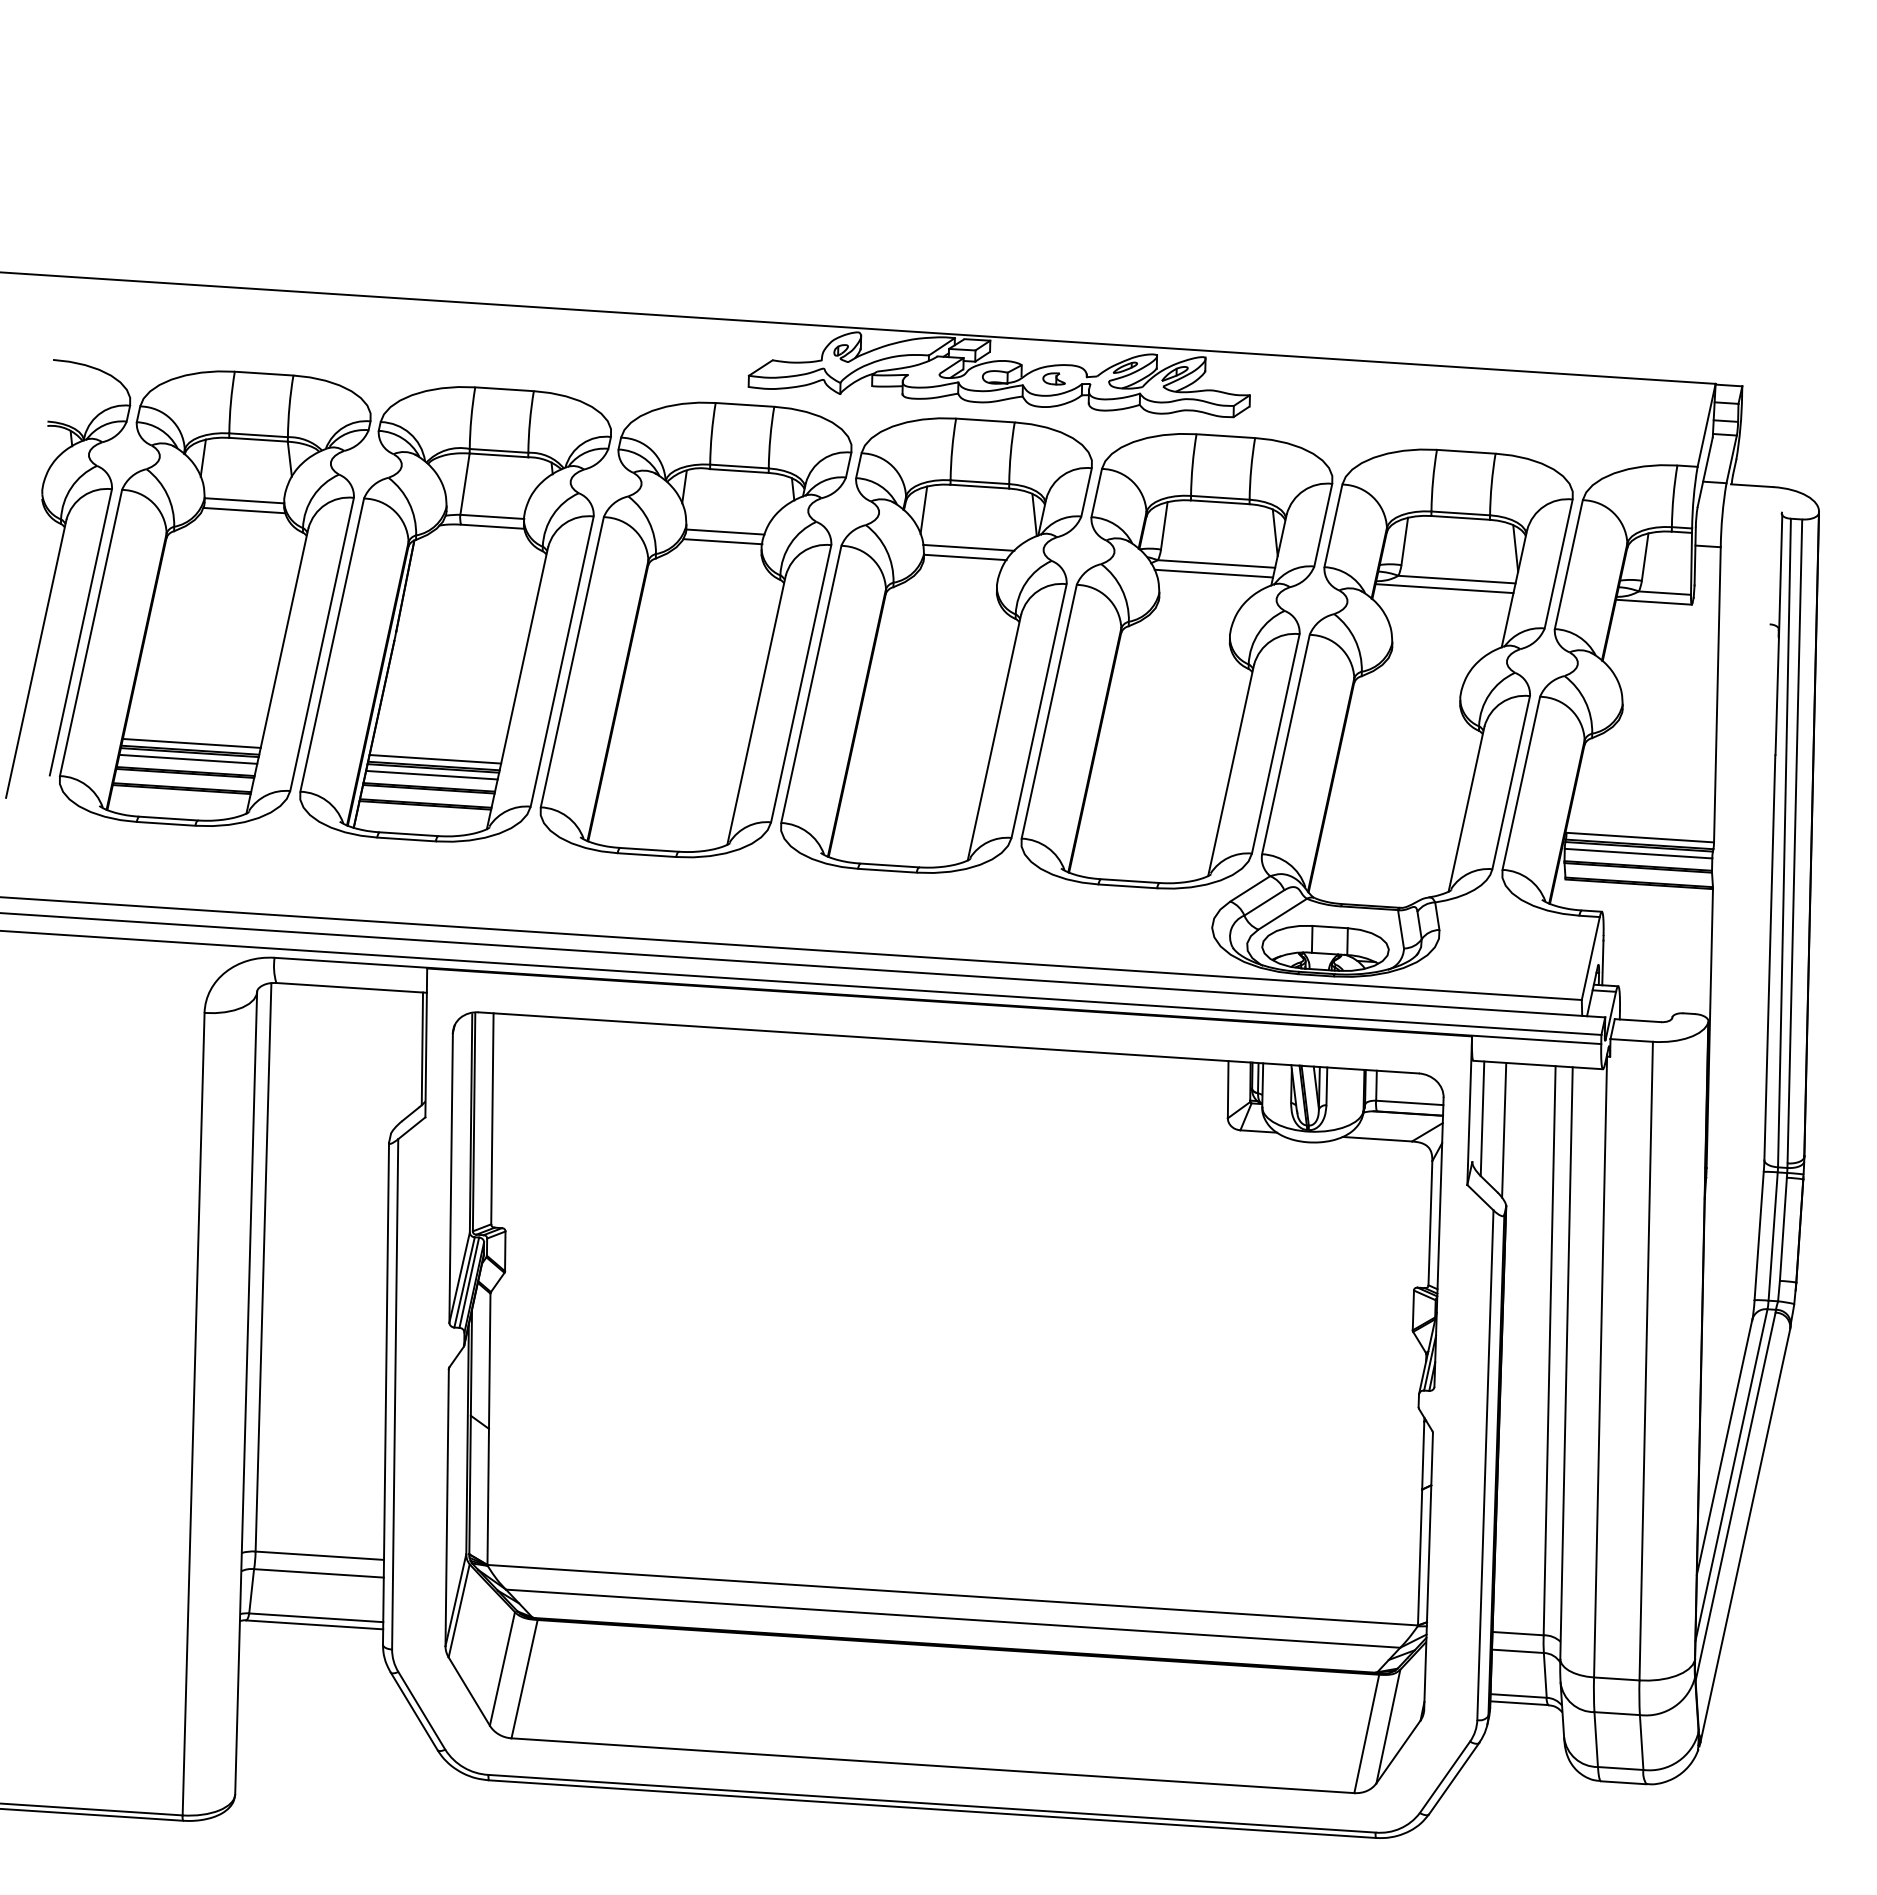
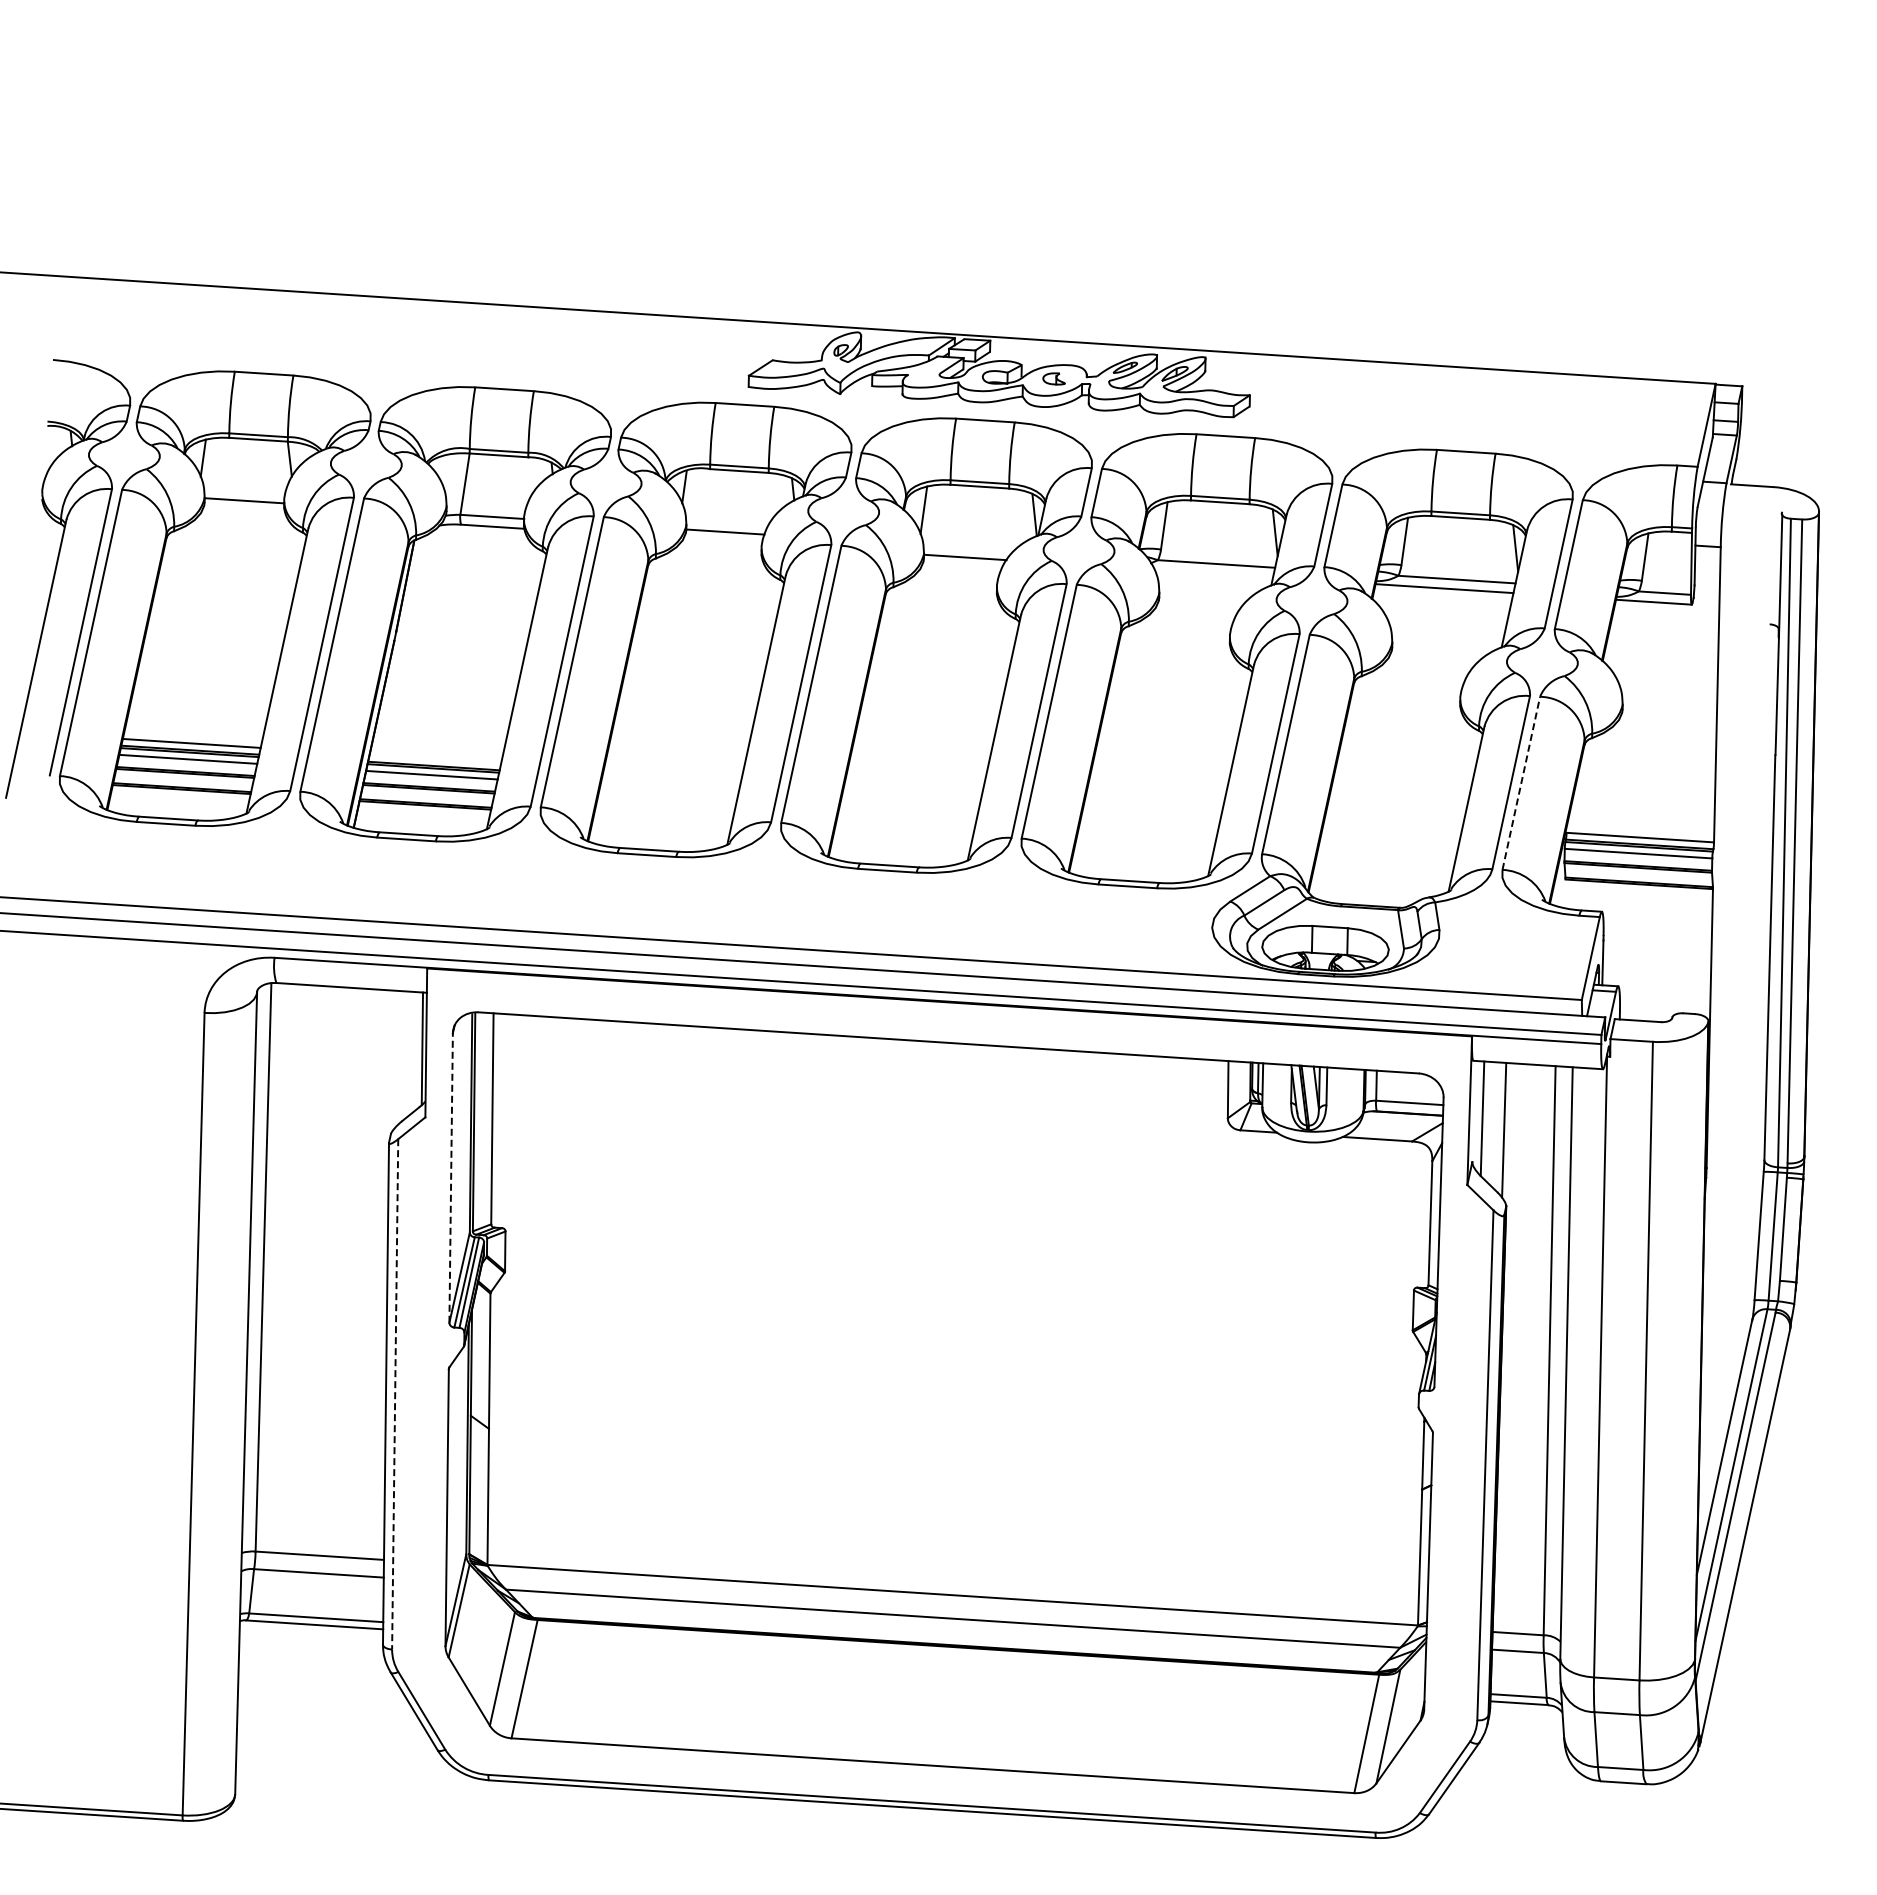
line at (243, 510): present -> none
line at (722, 541): present -> none
line at (968, 547): present -> none
line at (1213, 573): present -> none
line at (435, 759): present -> none
line at (1521, 783): solid -> dashed
line at (451, 1178): solid -> dashed
line at (395, 1394): solid -> dashed
